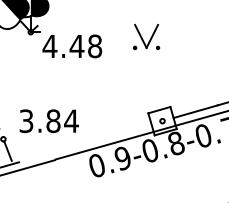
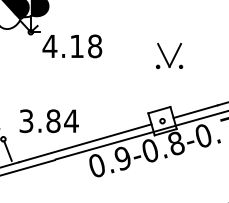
part at (146, 36) position: (146, 36) -> (169, 55)
text at (76, 46): 4.48 -> 4.18
line at (85, 143): none -> present
